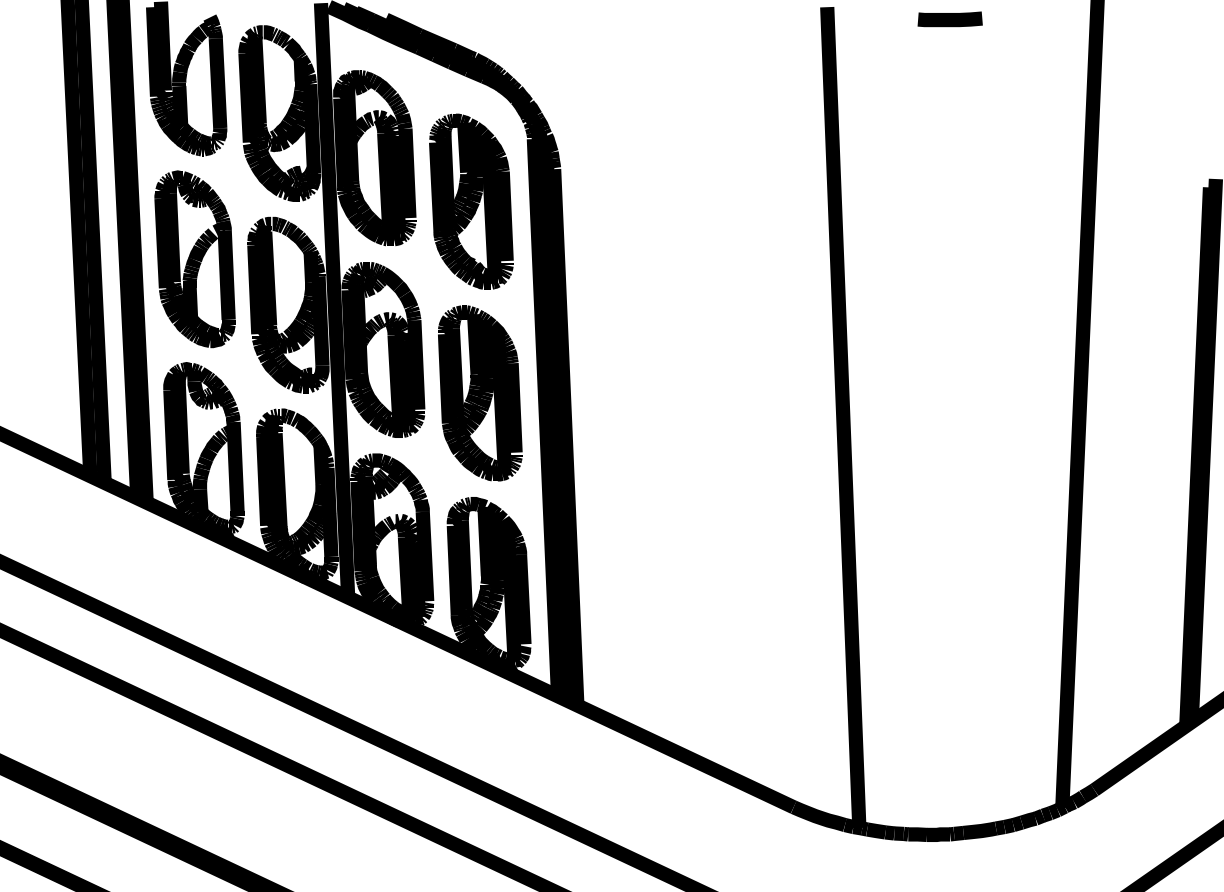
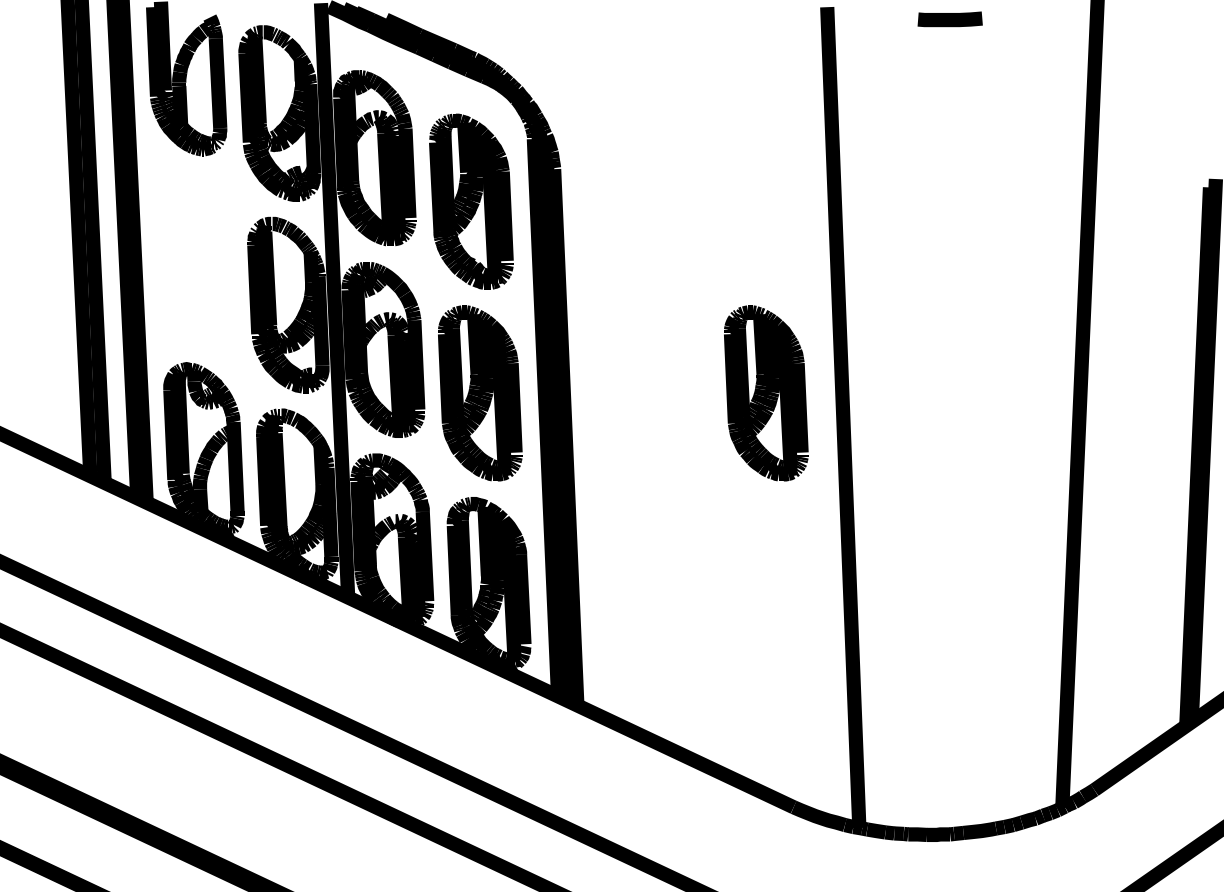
part at (194, 259): present -> none
part at (766, 393): none -> present
